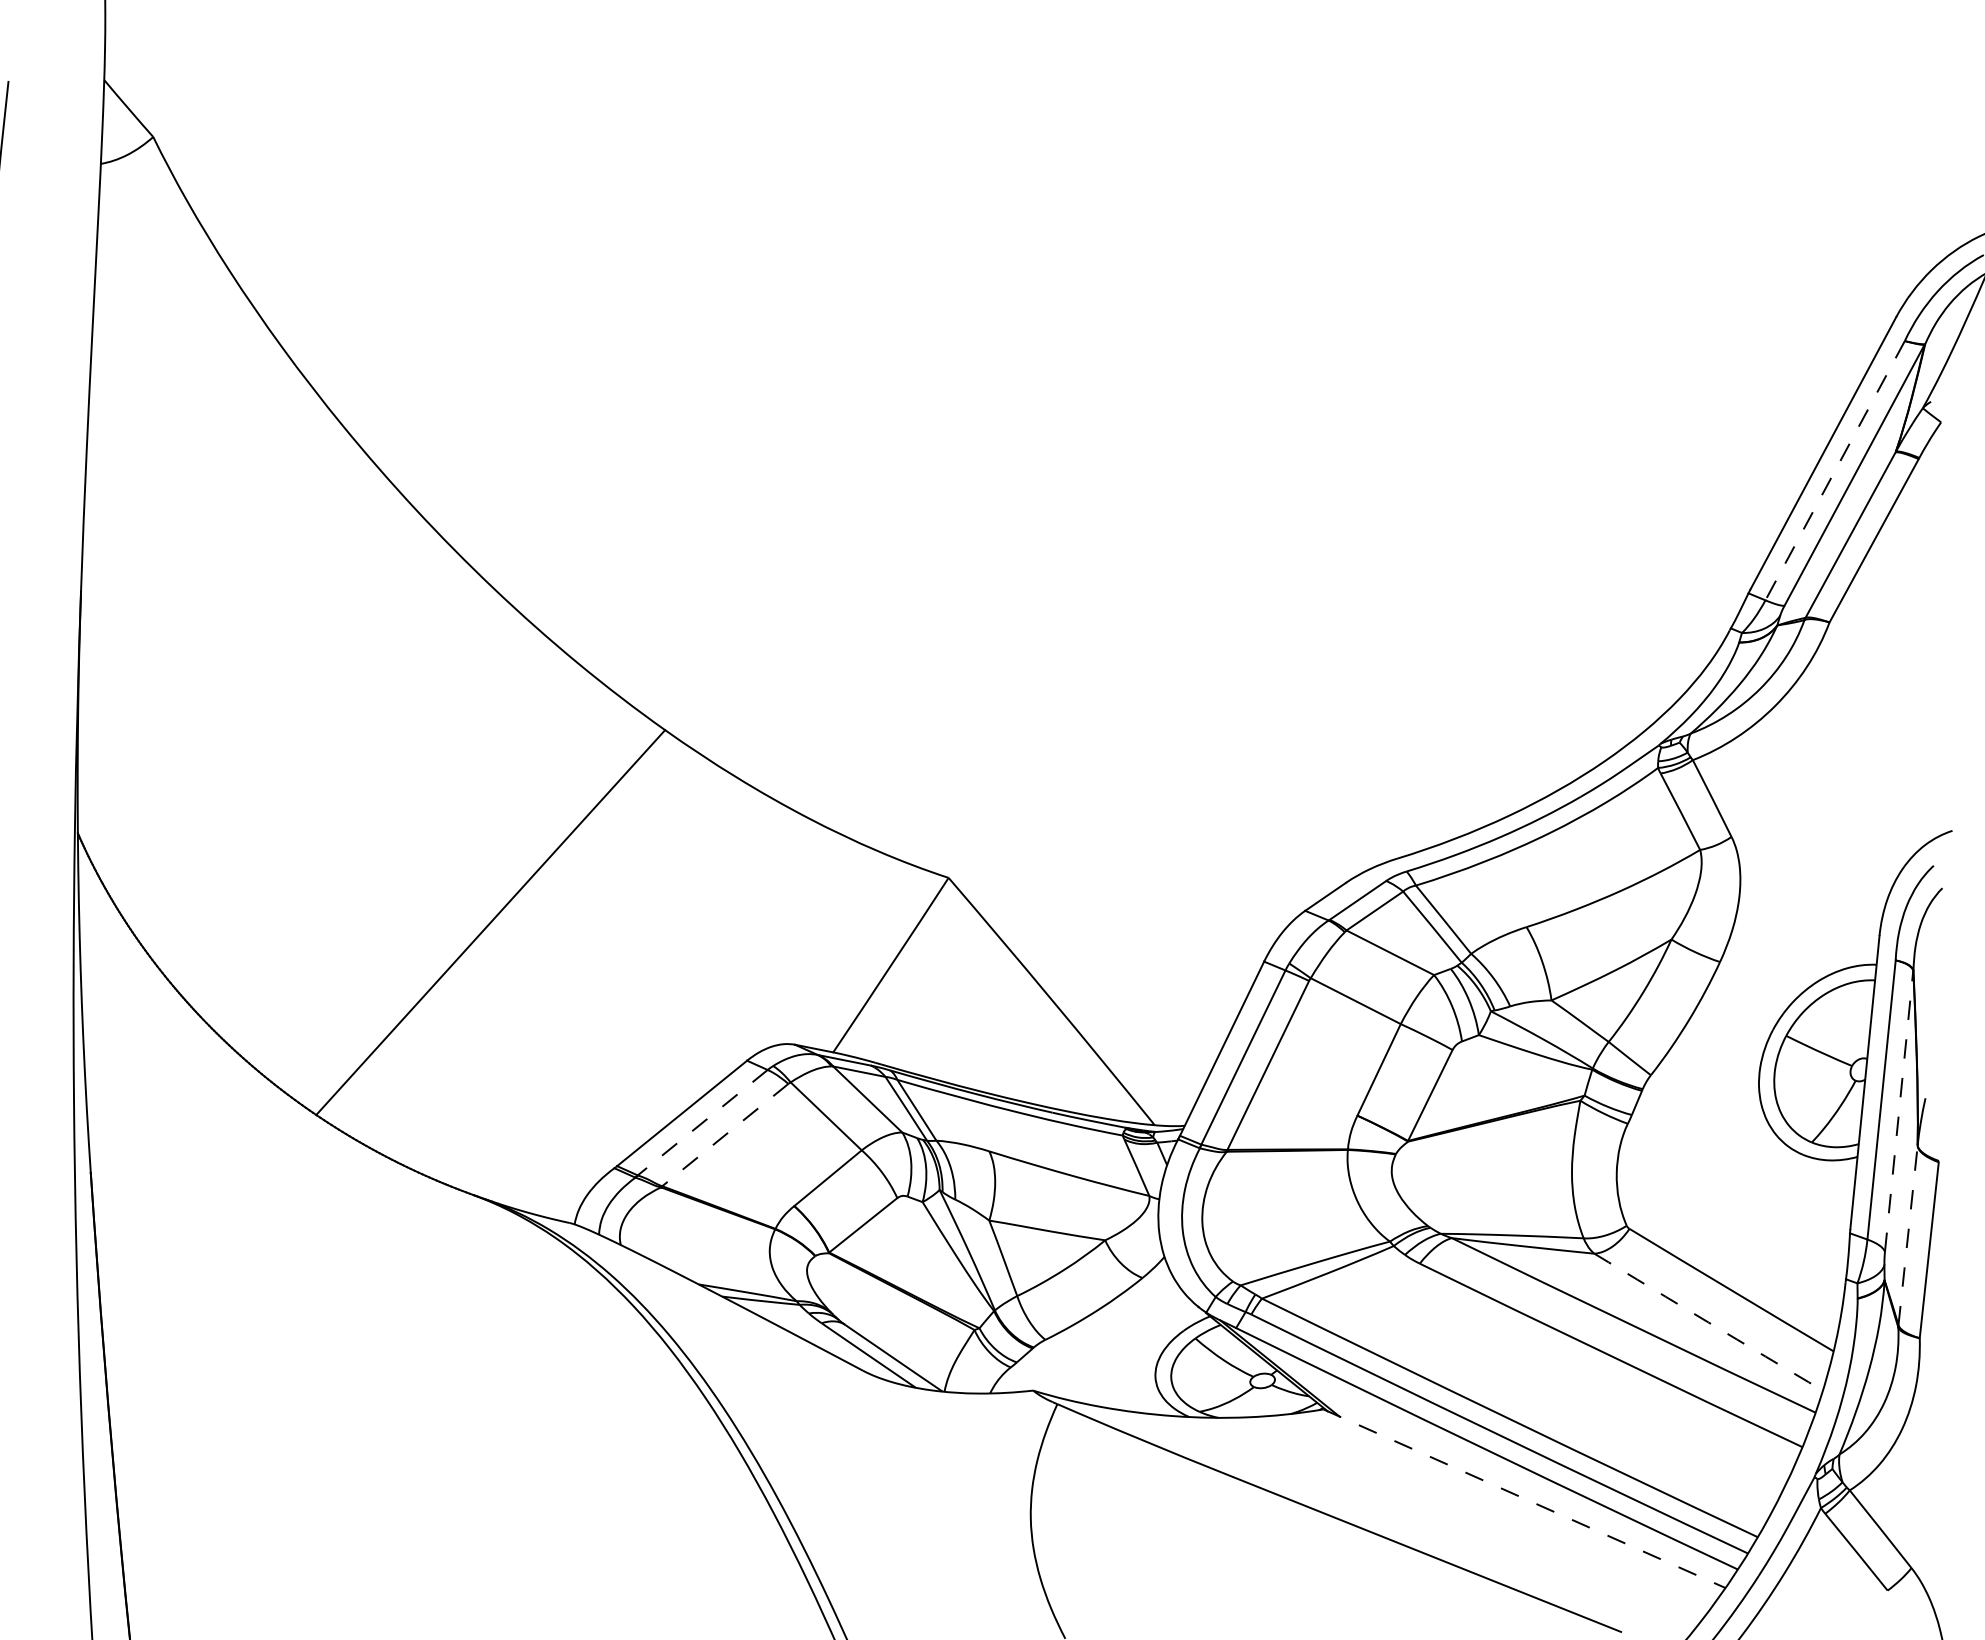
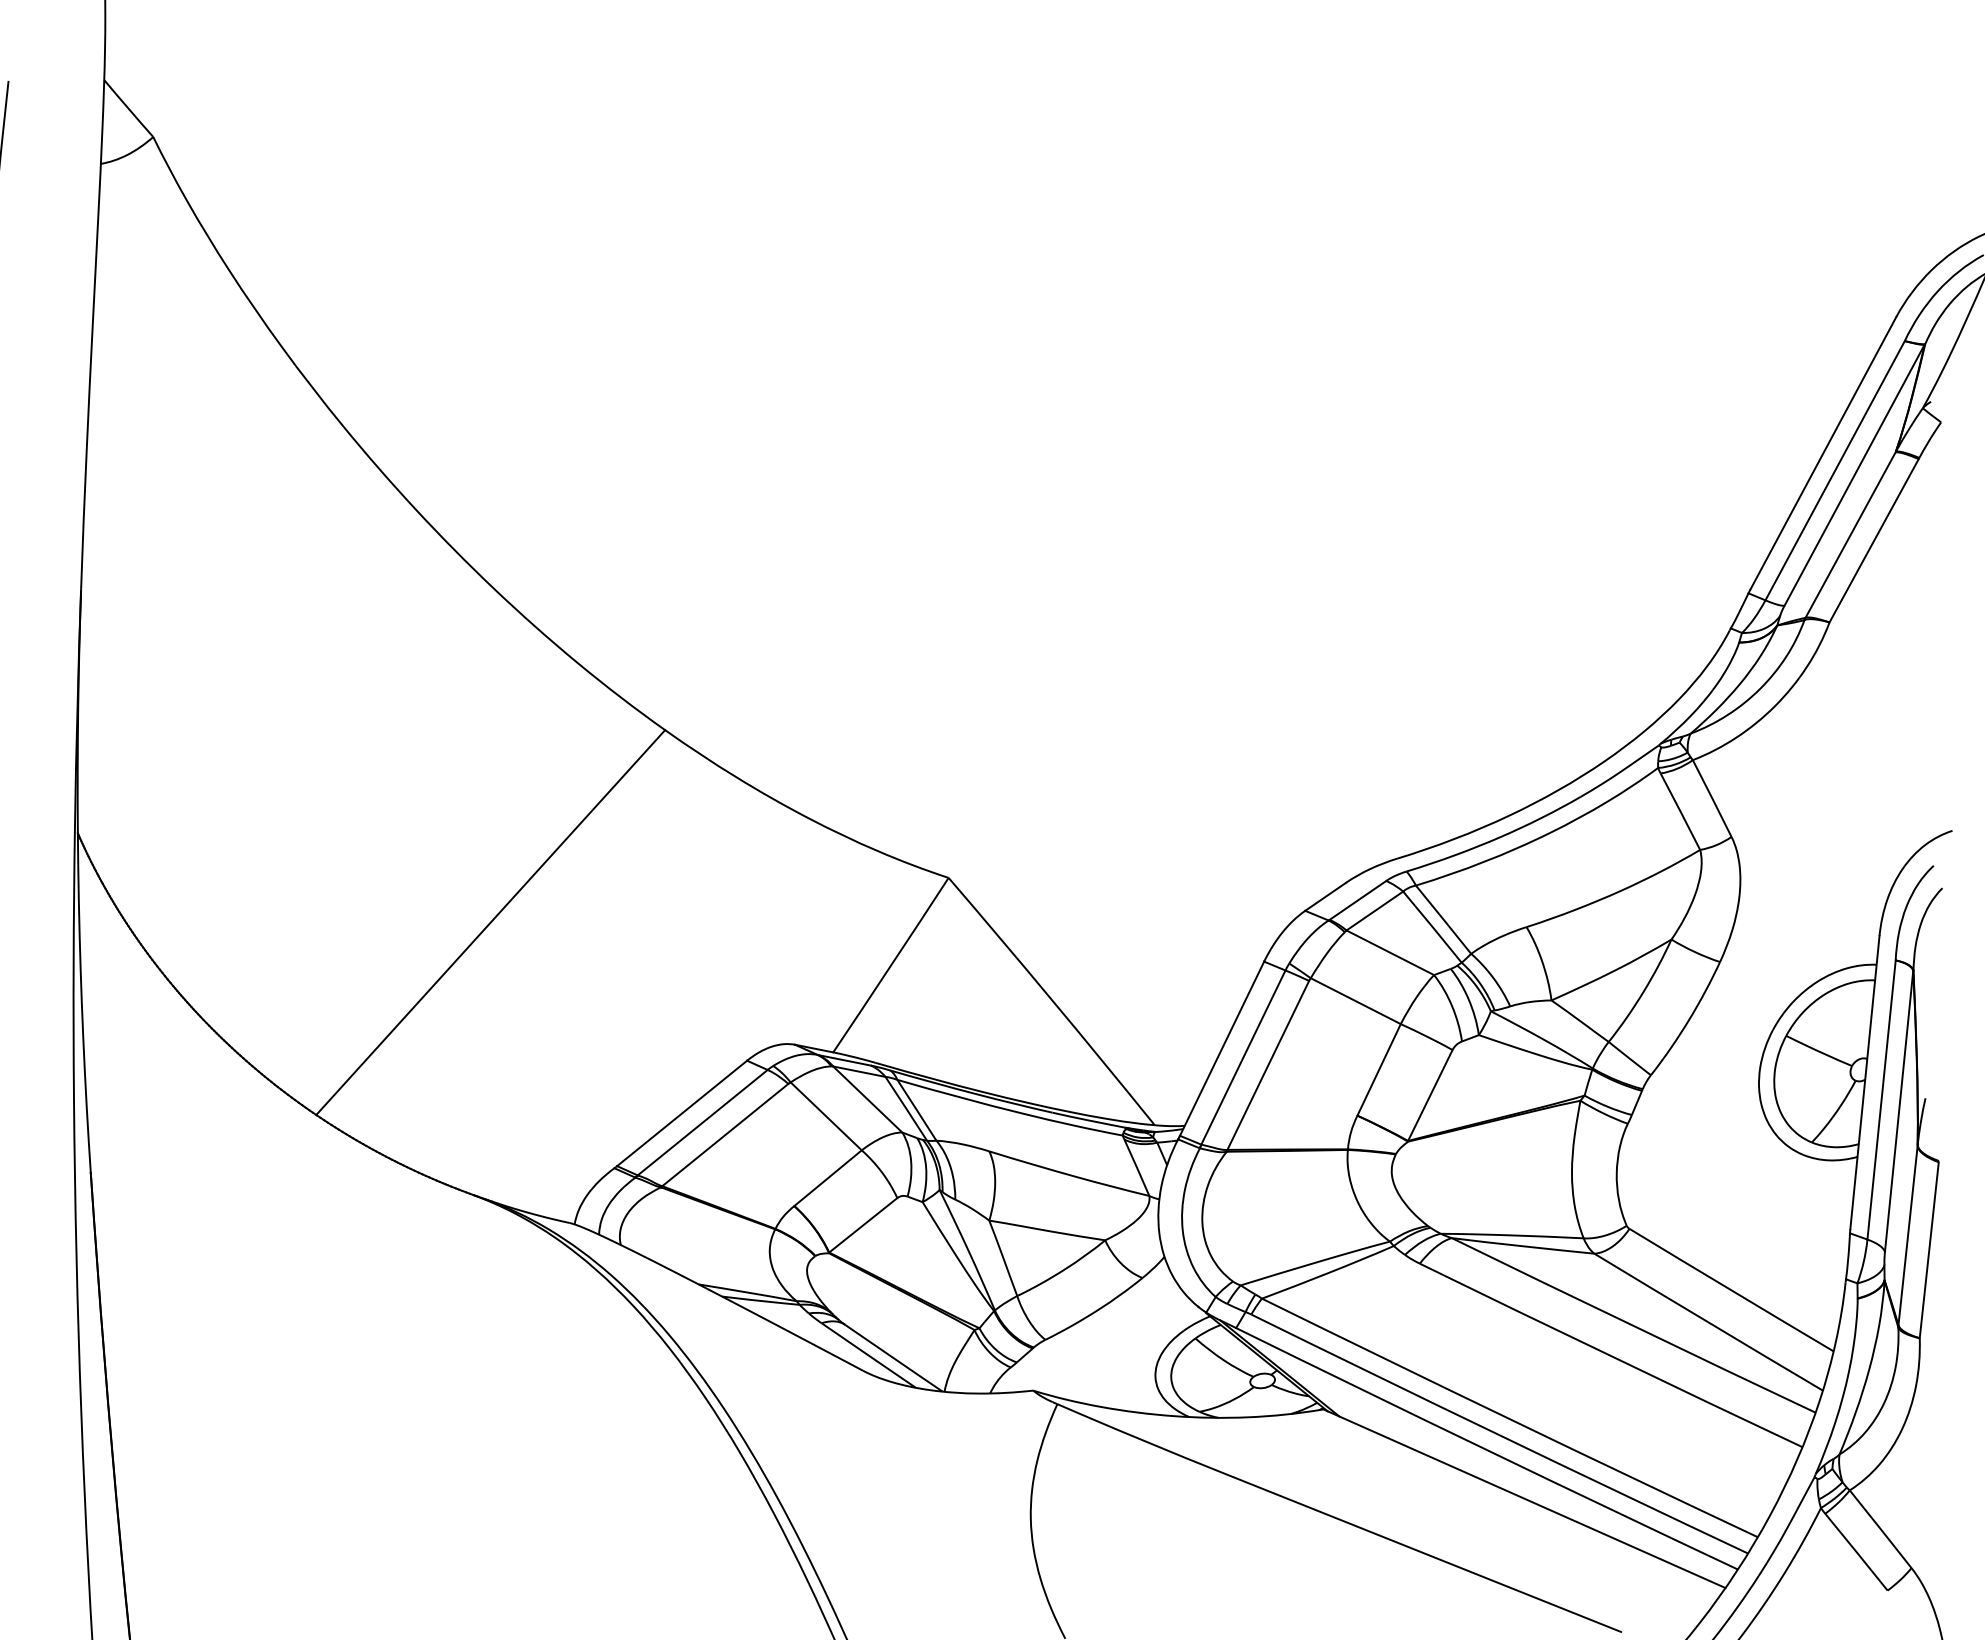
line at (1834, 471): dashed -> solid
line at (1899, 1110): dashed -> solid
line at (702, 1122): dashed -> solid
line at (724, 1135): dashed -> solid
line at (1908, 1235): dashed -> solid
arc at (1708, 1322): dashed -> solid
line at (1524, 1498): dashed -> solid
